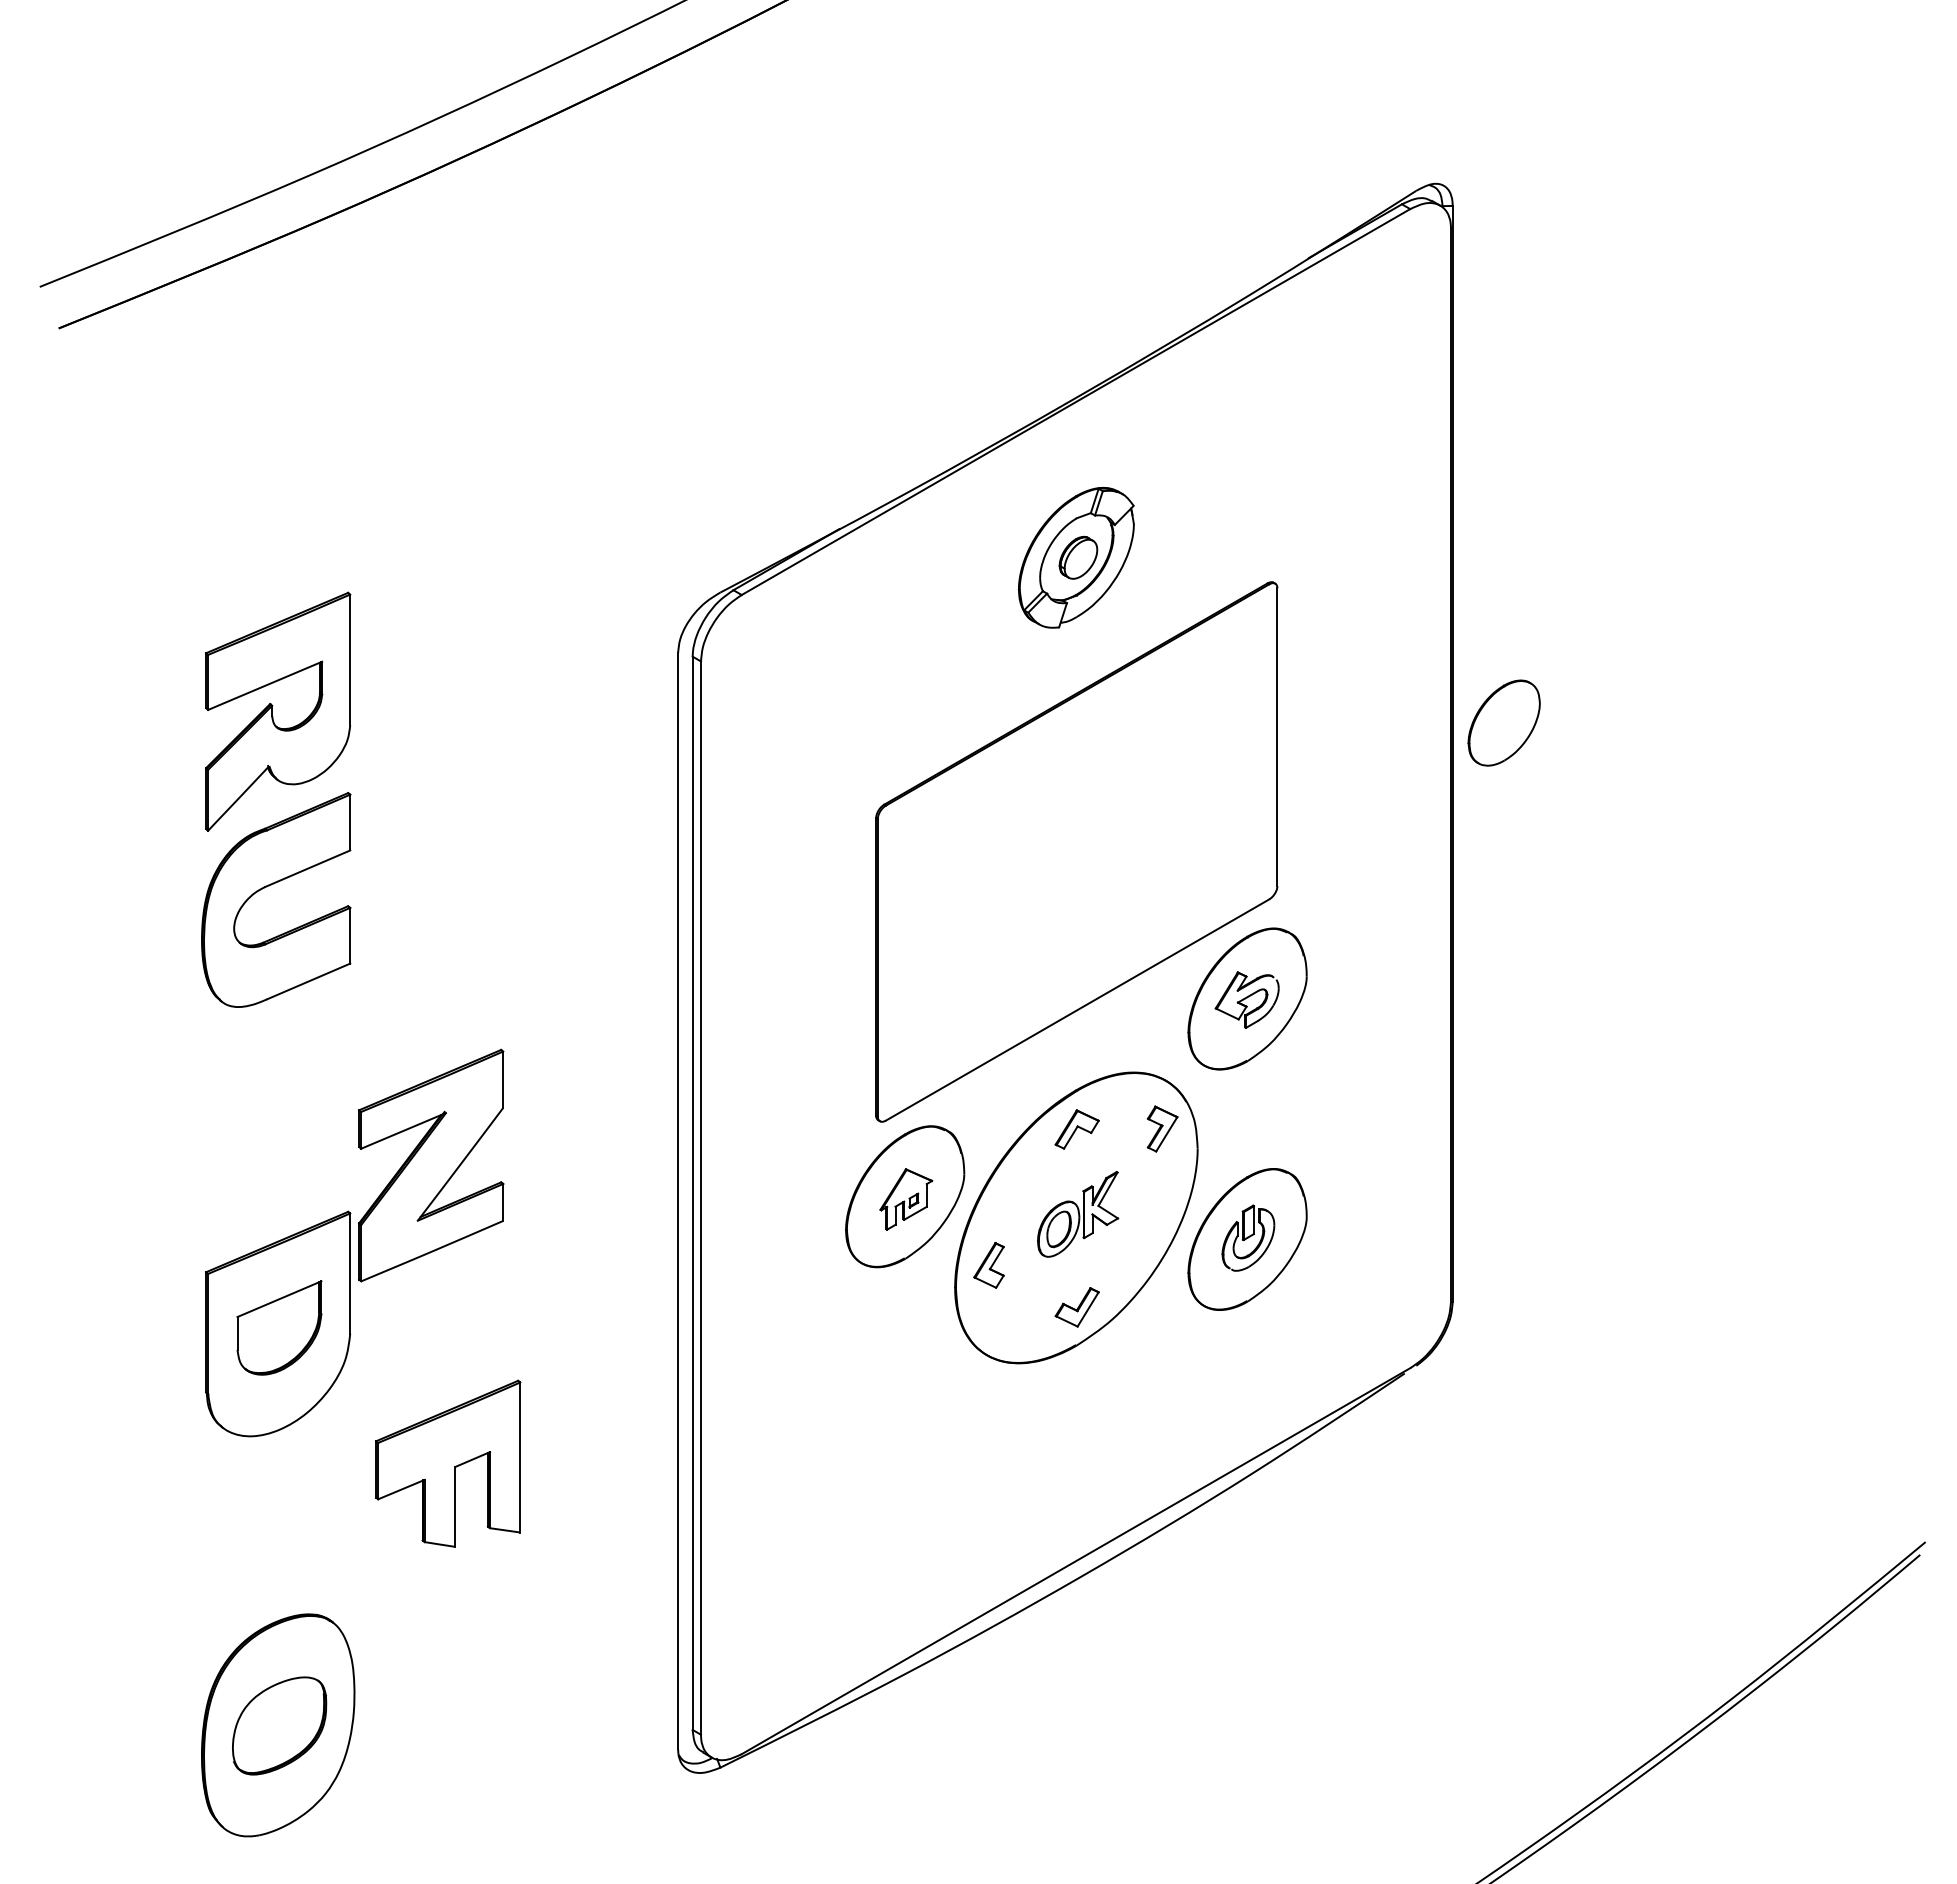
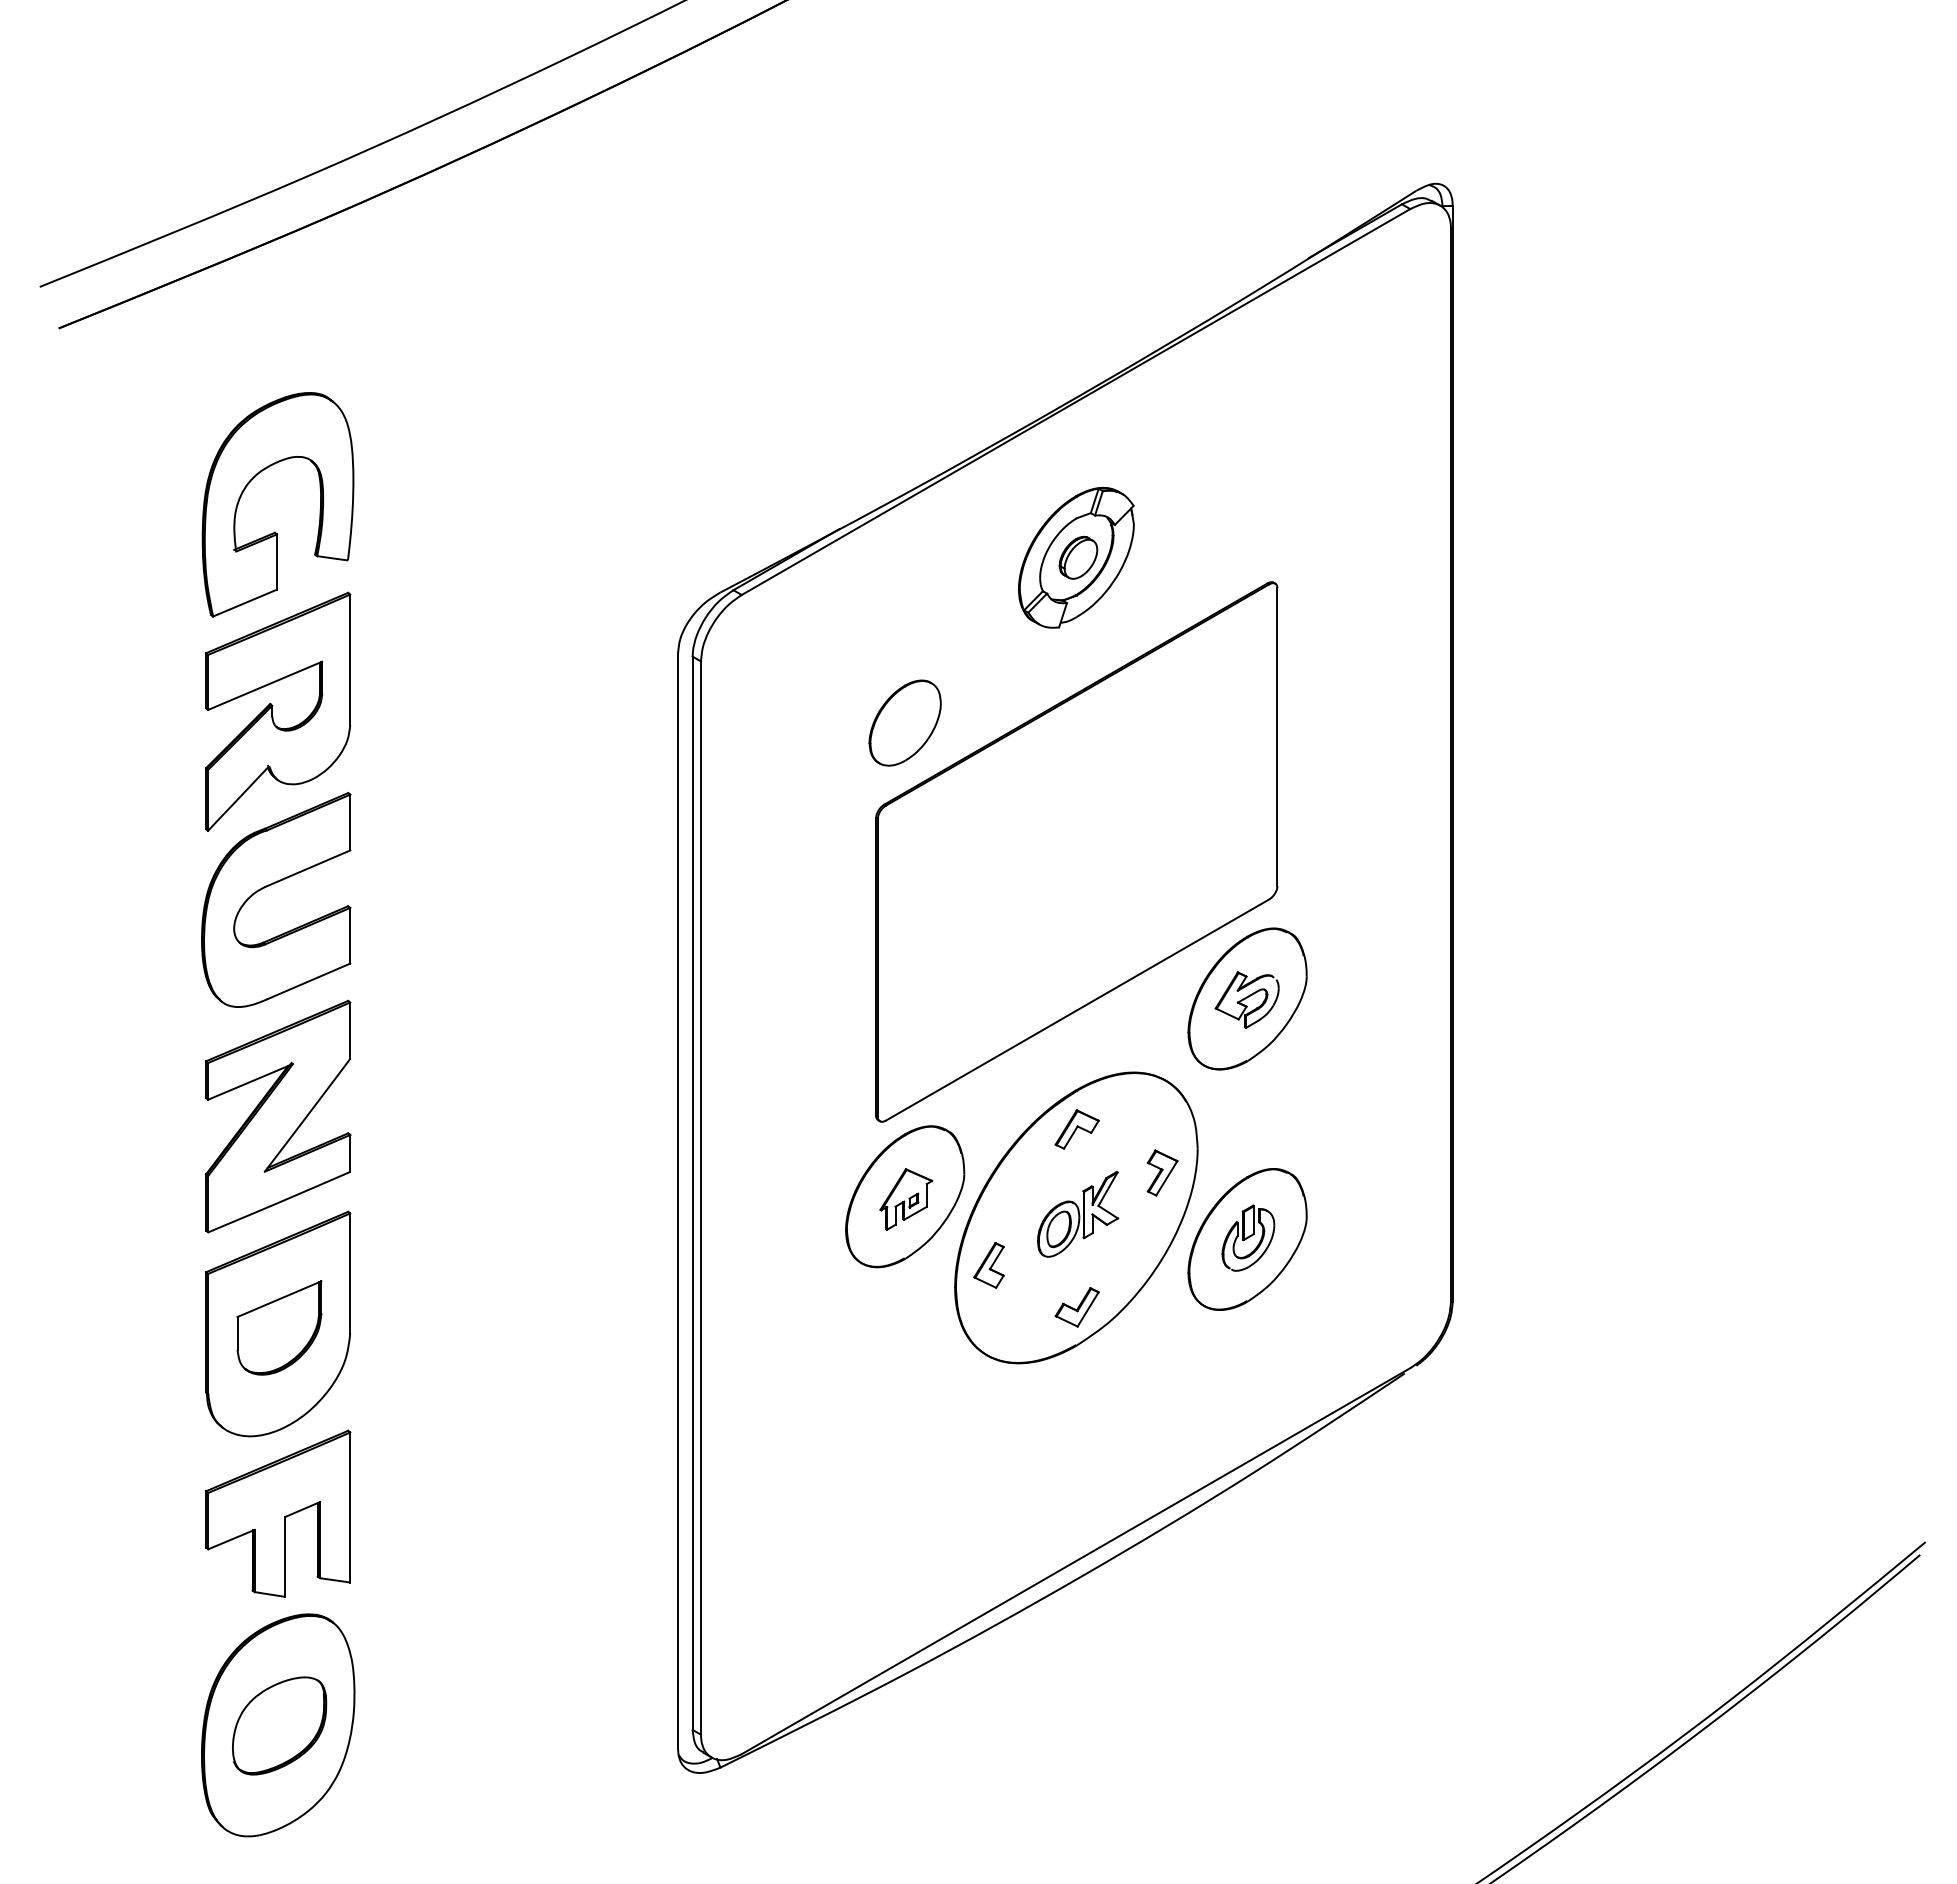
part at (275, 531): none -> present
part at (1503, 722) position: (1503, 722) -> (904, 722)
part at (1162, 1128) position: (1162, 1128) -> (1162, 1172)
part at (431, 1165) position: (431, 1165) -> (278, 1116)
part at (448, 1463) position: (448, 1463) -> (278, 1513)
